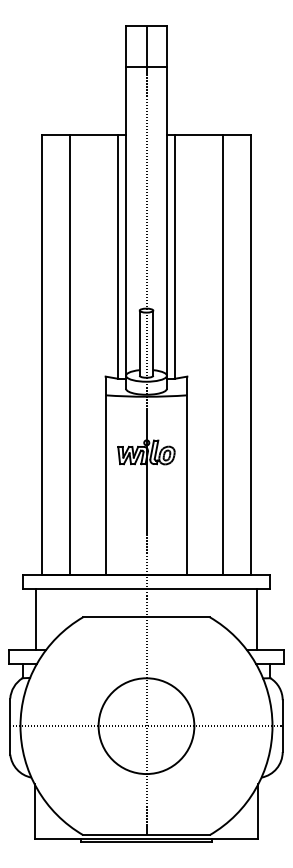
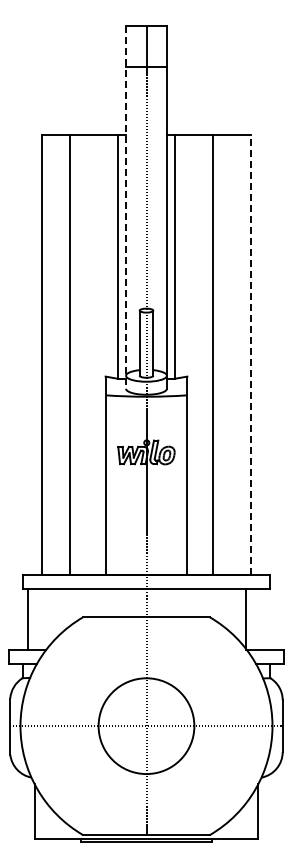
line at (126, 207): solid -> dashed
line at (223, 354) position: (223, 354) -> (213, 354)
line at (251, 354): solid -> dashed
line at (36, 618) position: (36, 618) -> (28, 618)
line at (256, 618) position: (256, 618) -> (245, 618)
